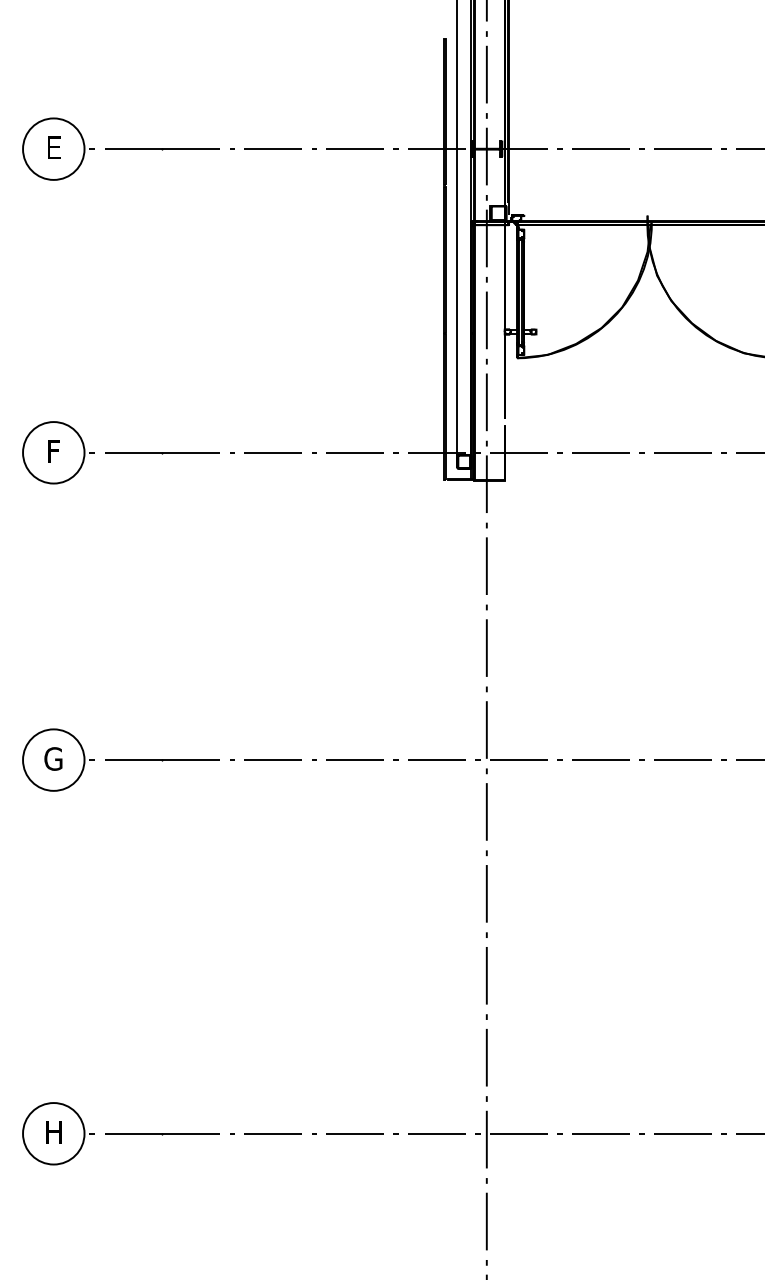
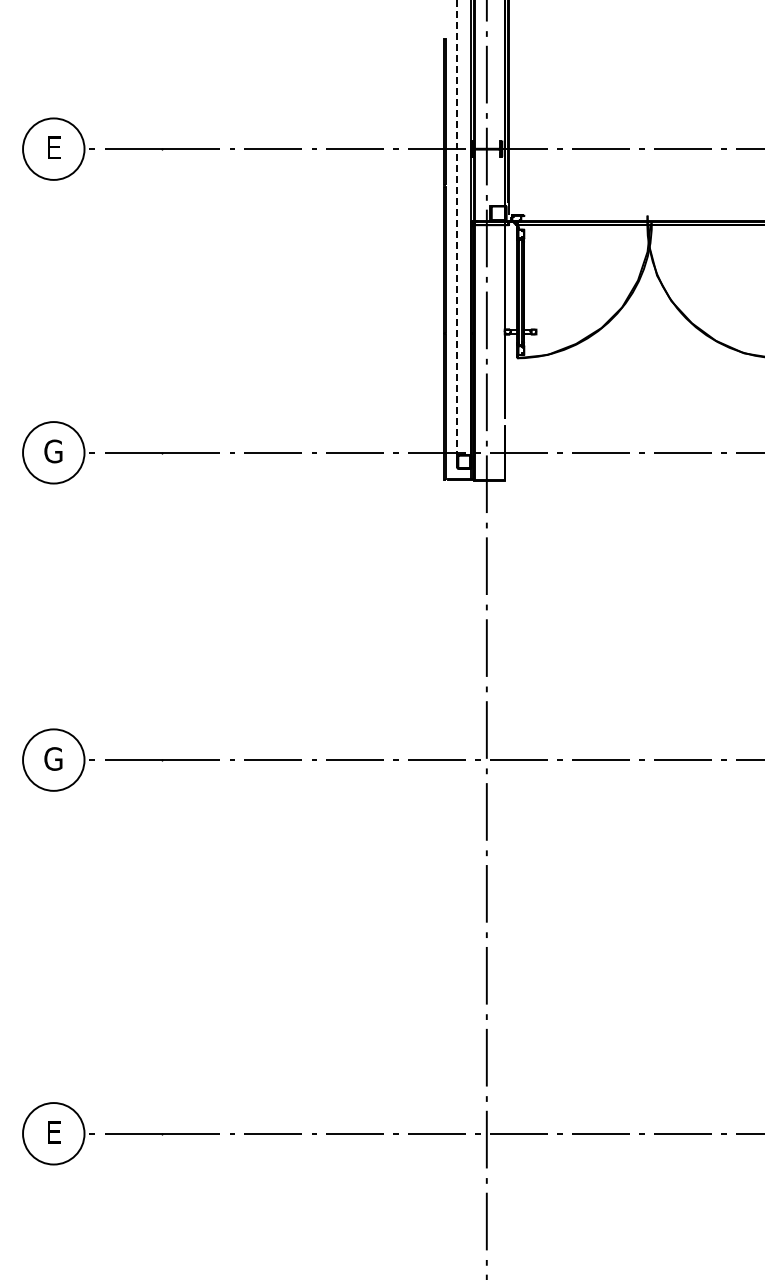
line at (457, 235): solid -> dashed
text at (53, 451): F -> G
text at (53, 1132): H -> E
